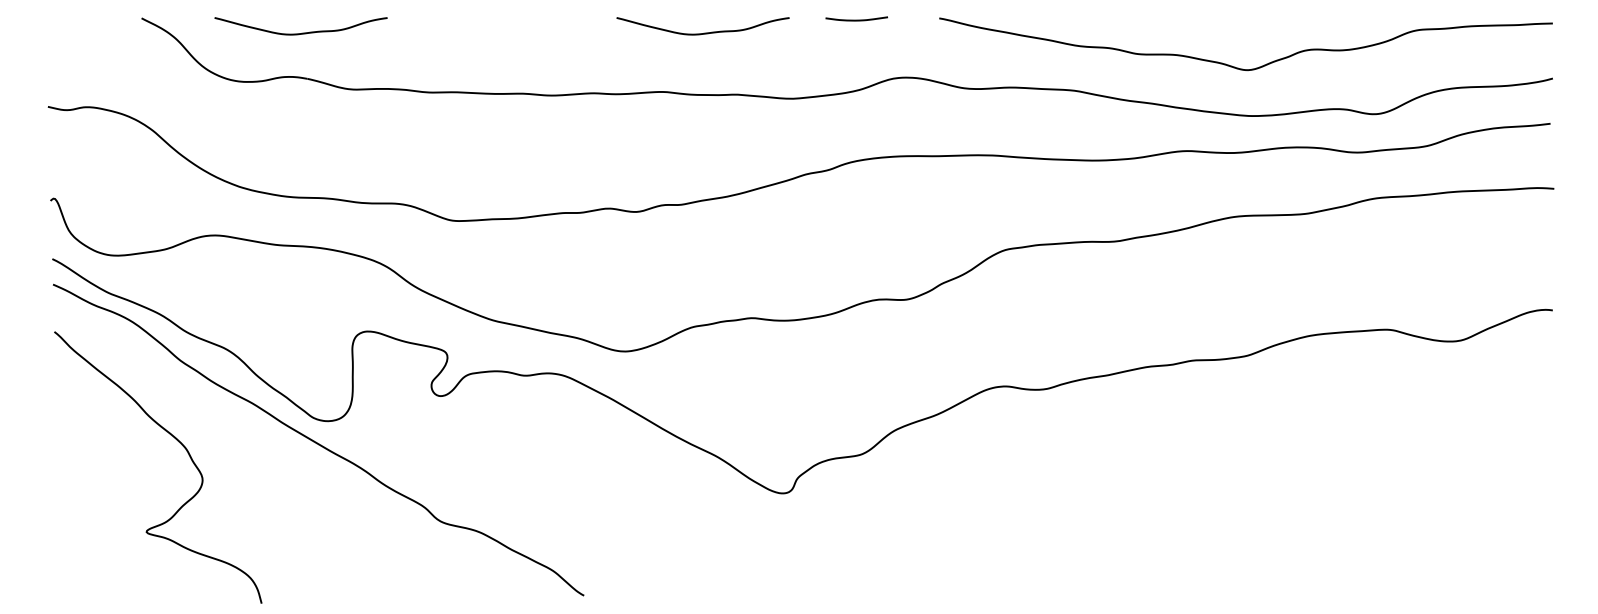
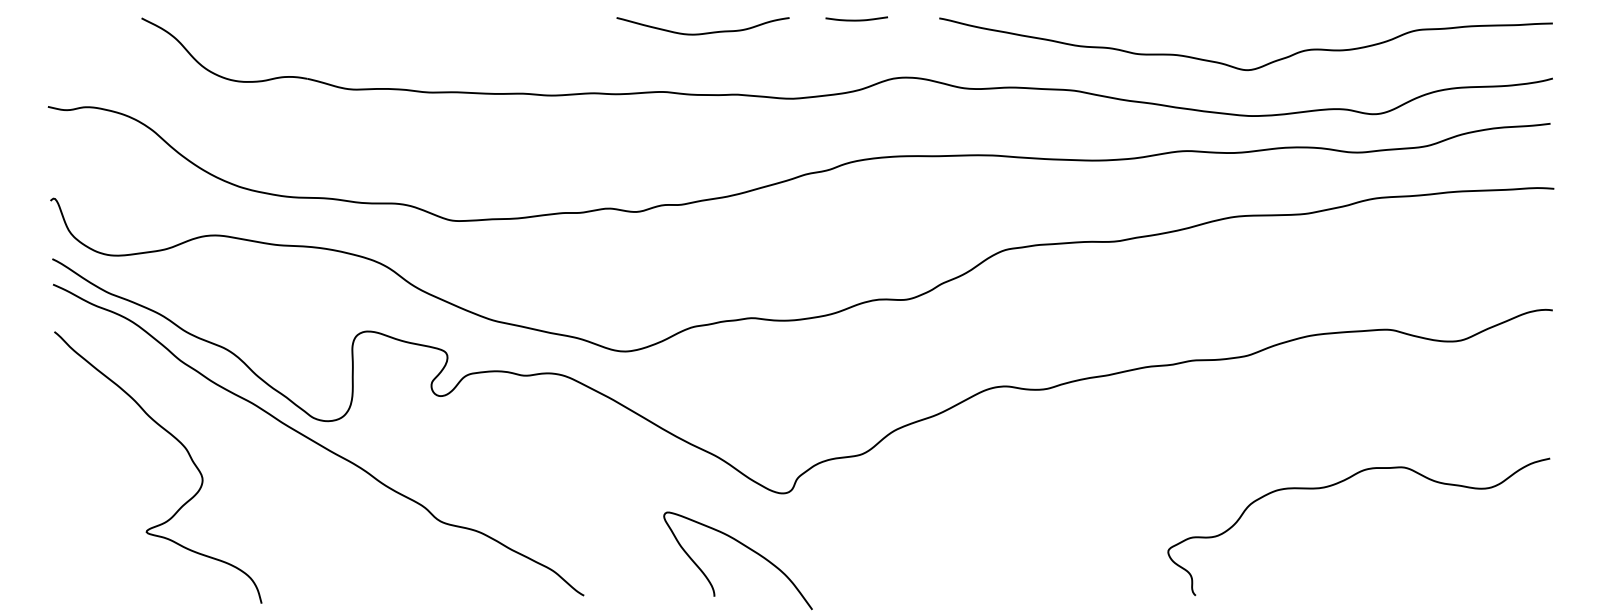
curve at (302, 32): present -> none
curve at (1342, 482): none -> present
curve at (745, 547): none -> present
